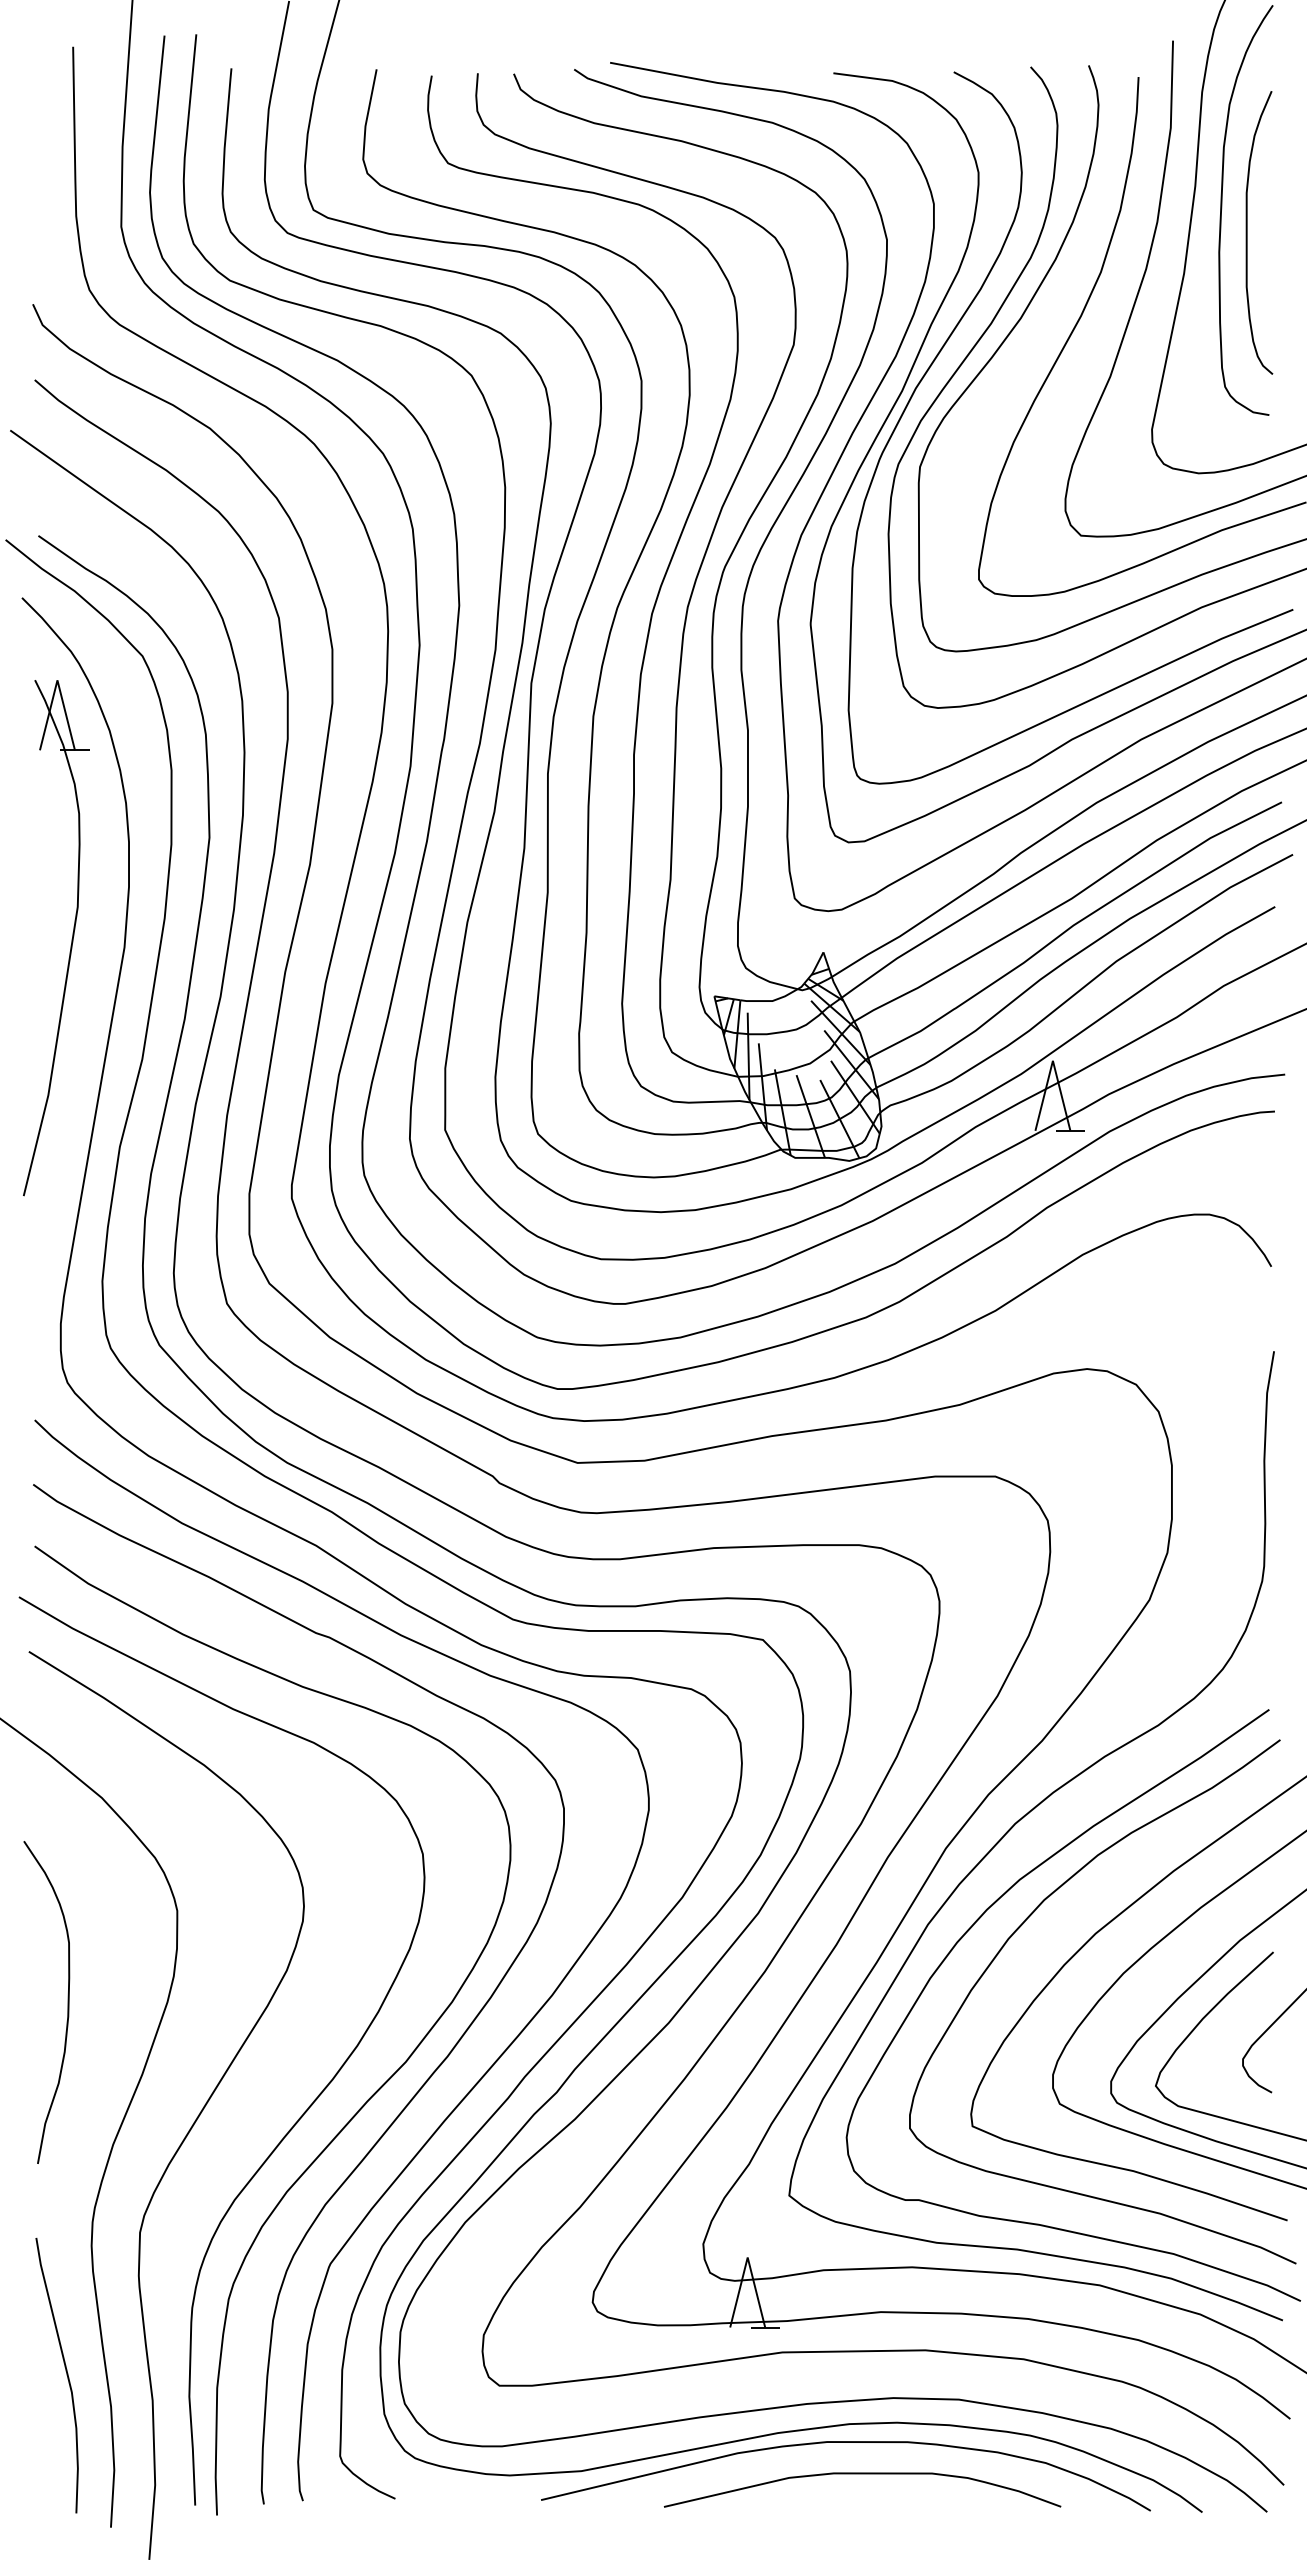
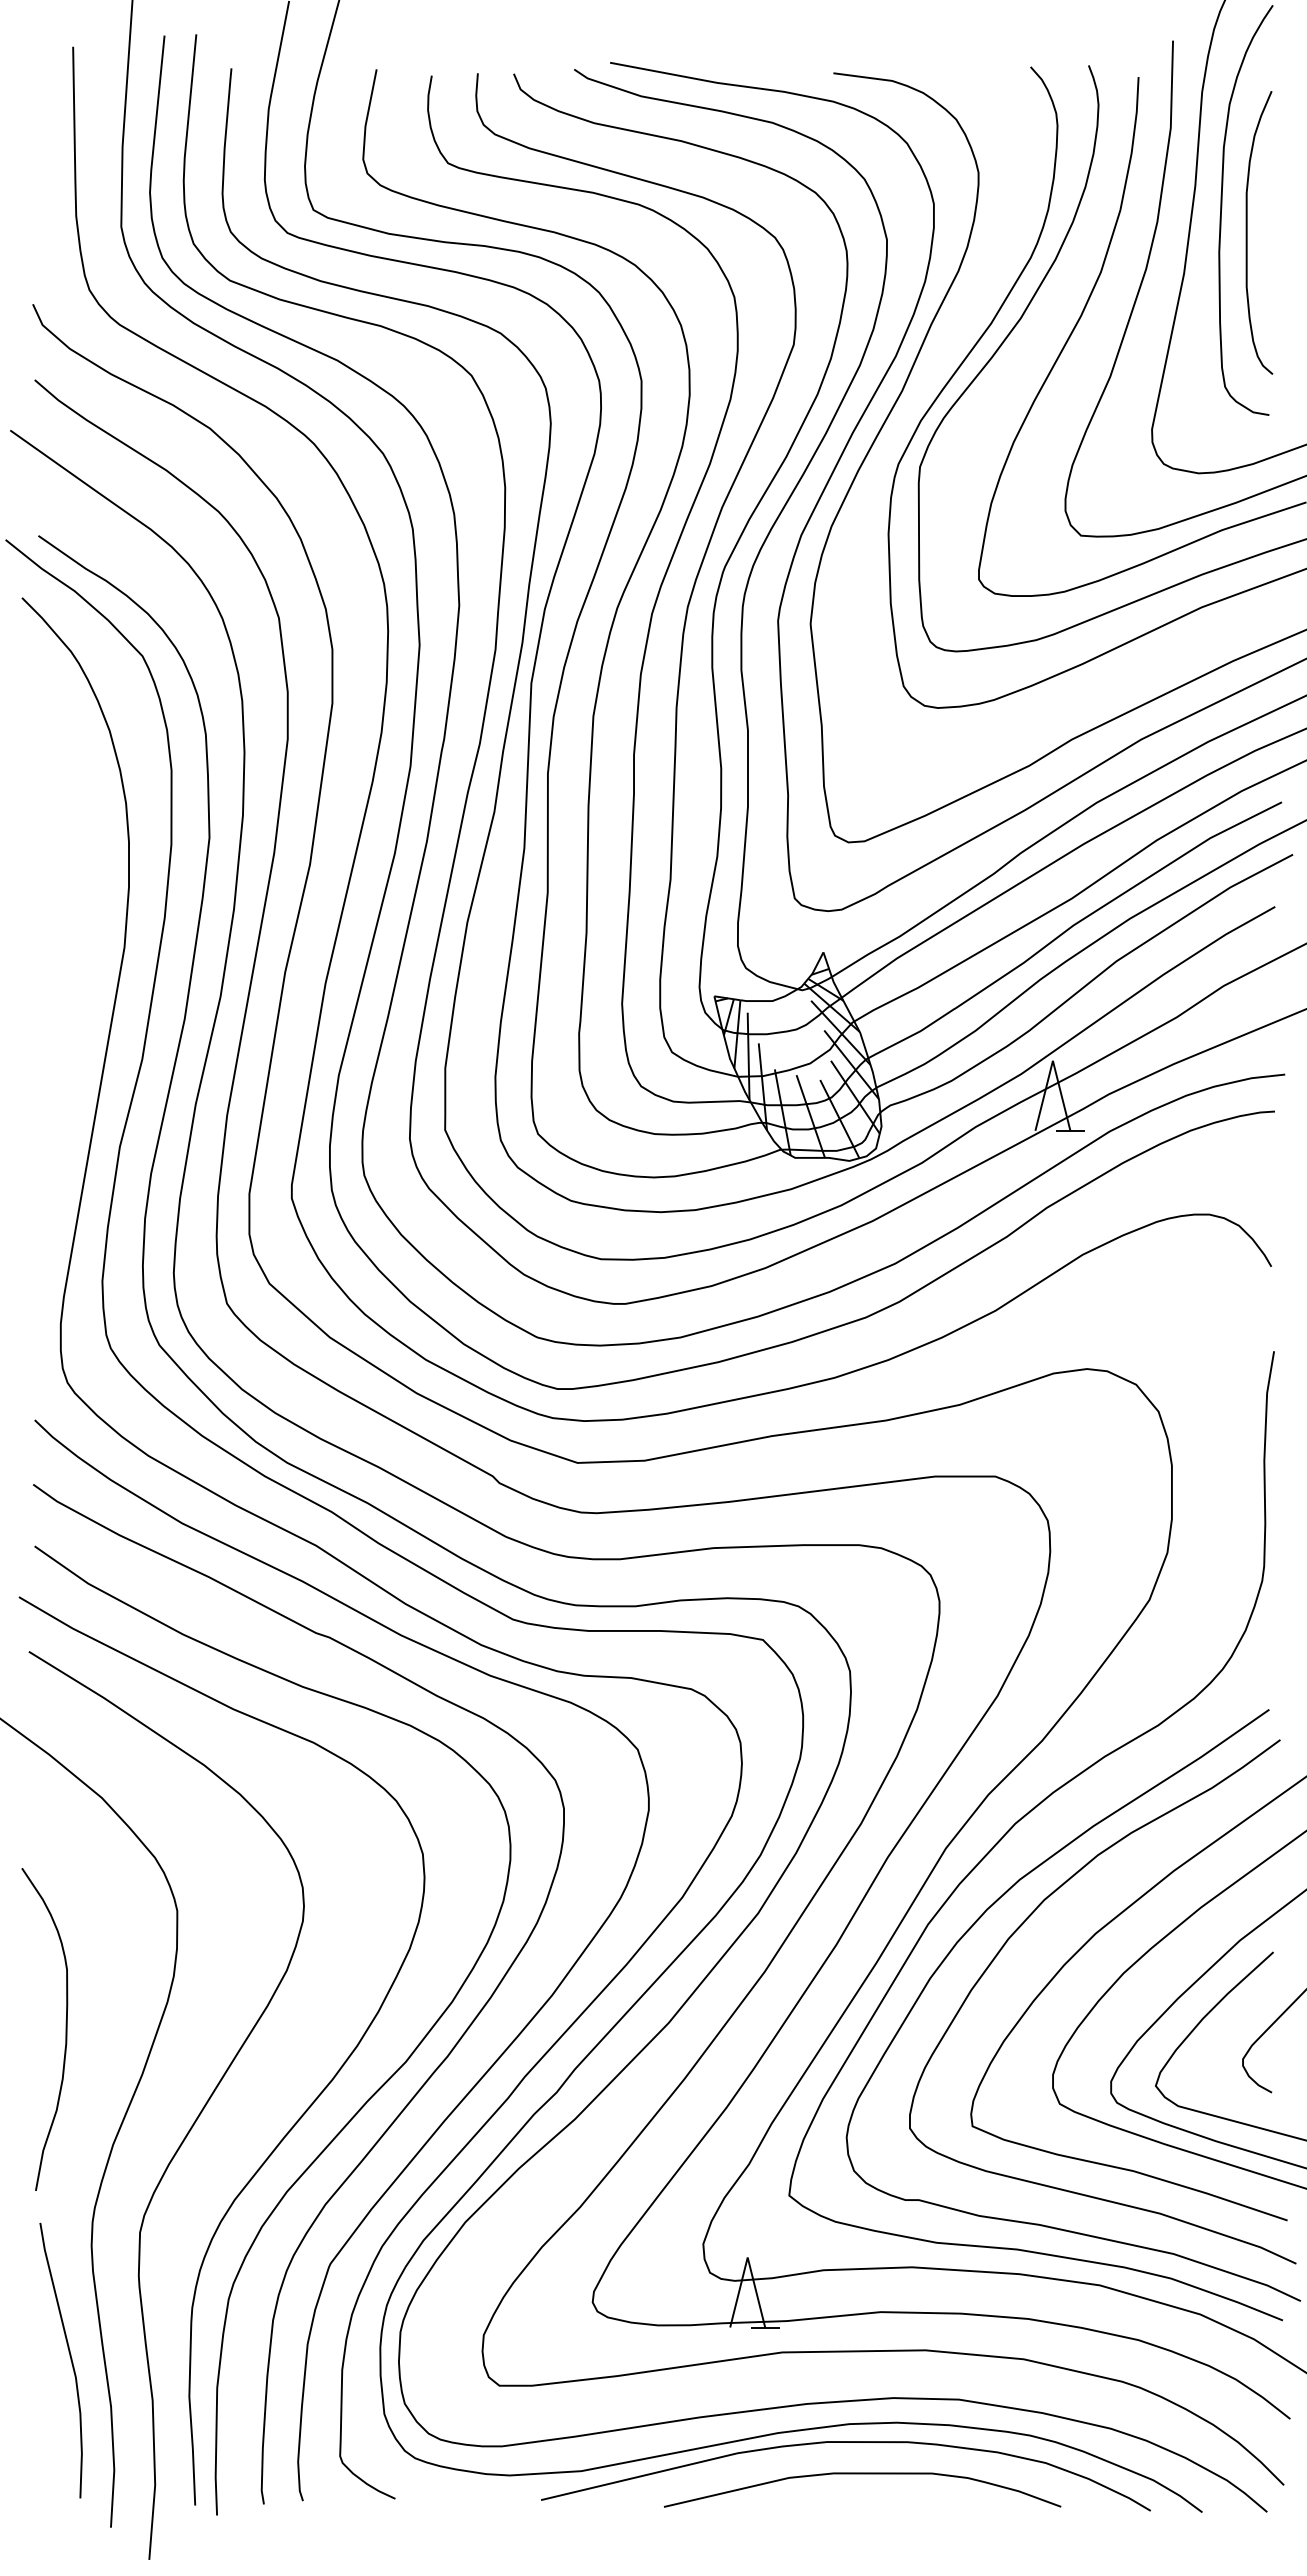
curve at (943, 348): present -> none
part at (71, 939): present -> none
curve at (67, 2002) position: (67, 2002) -> (65, 2029)
curve at (65, 2371) position: (65, 2371) -> (69, 2356)
